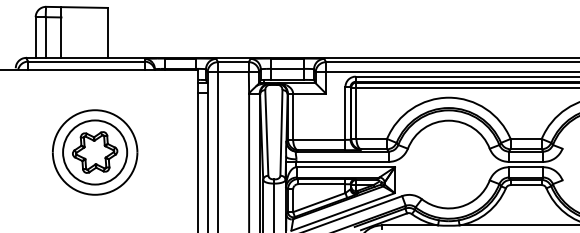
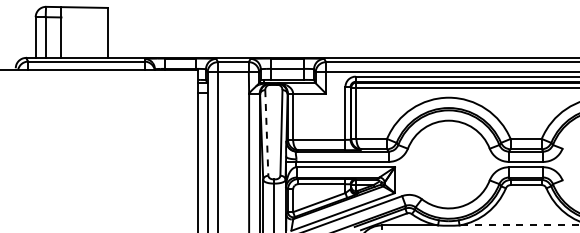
line at (266, 132): solid -> dashed
part at (95, 152): present -> none
line at (519, 225): solid -> dashed
